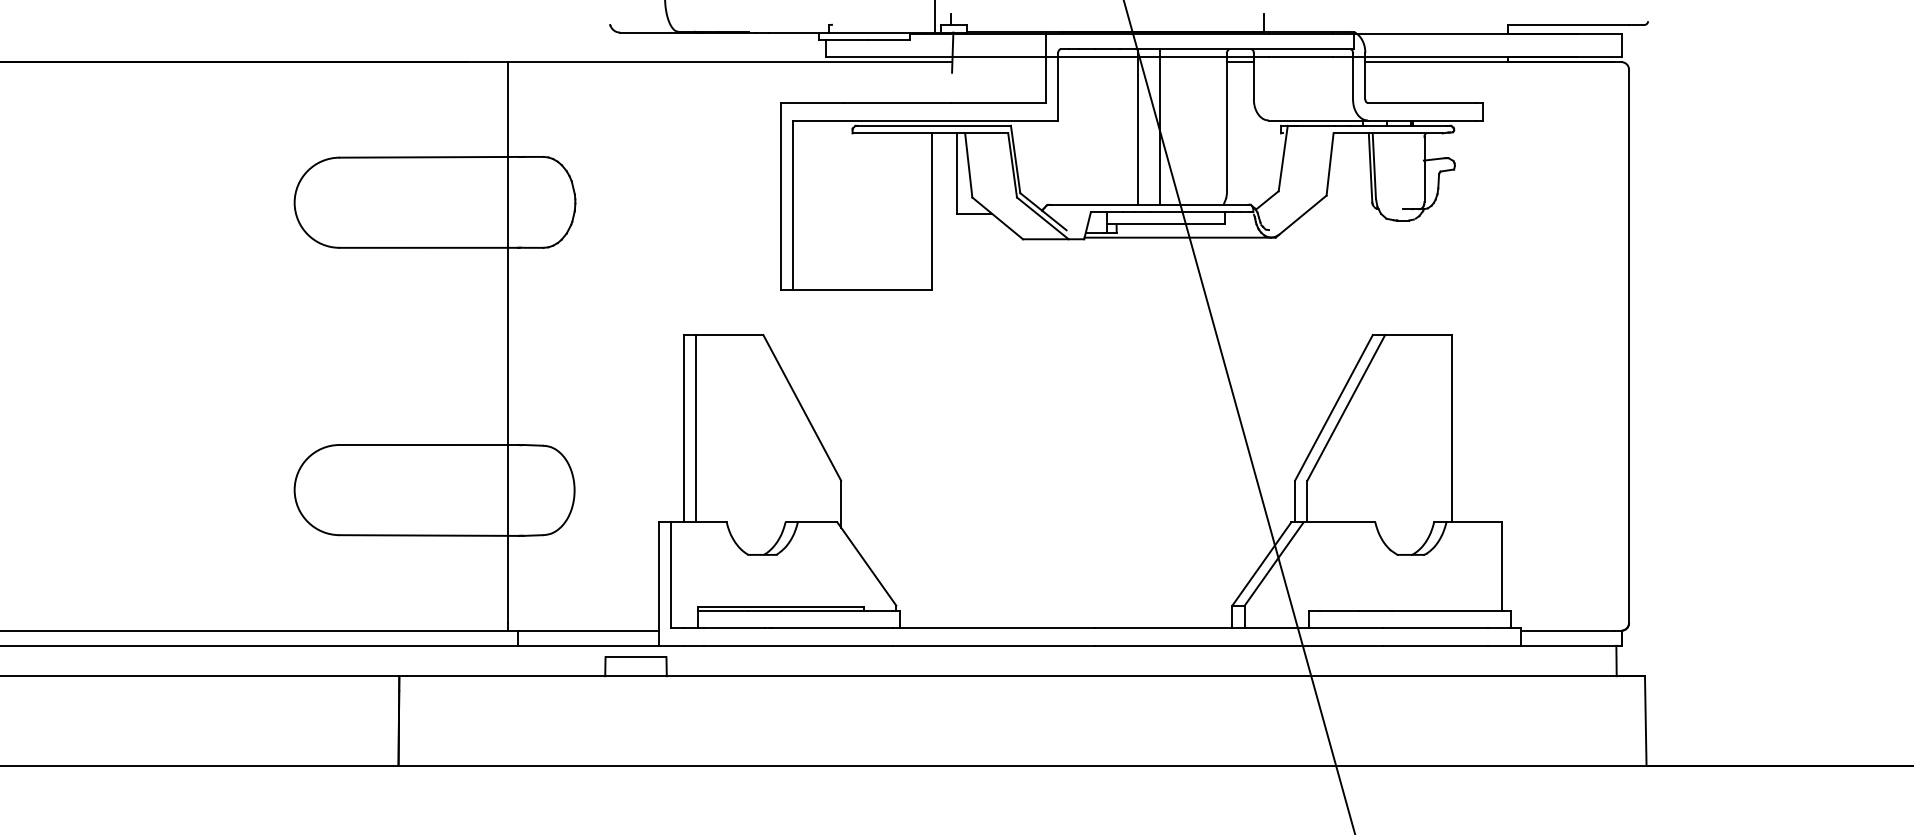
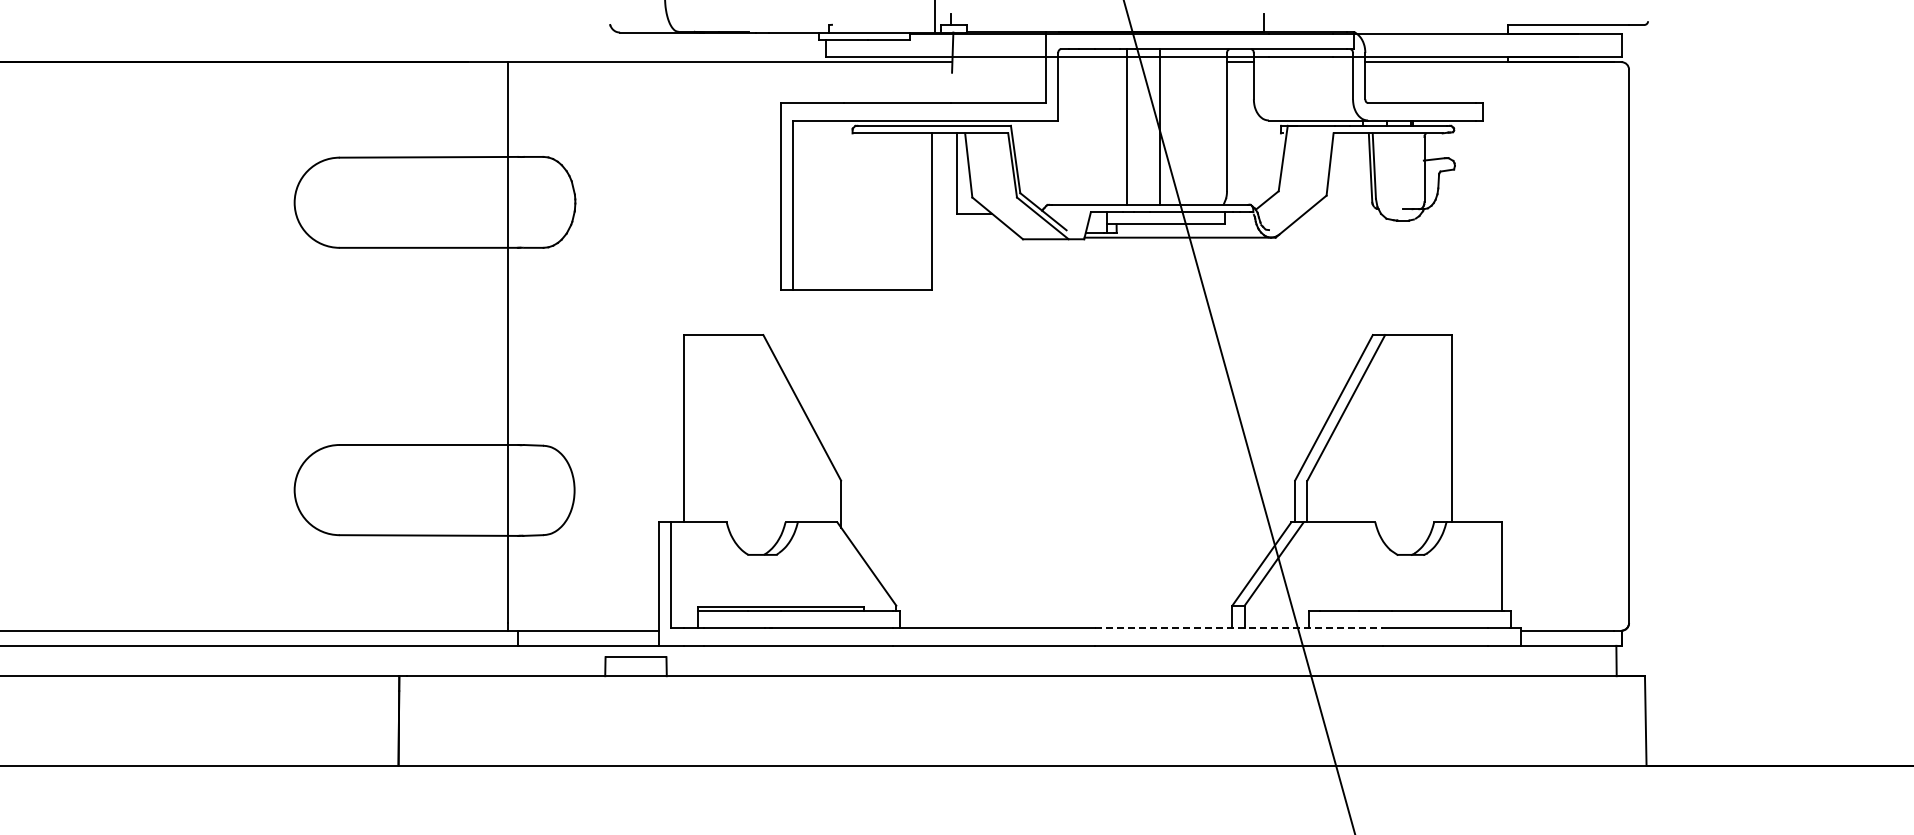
line at (1138, 126) position: (1138, 126) -> (1127, 126)
line at (696, 428): present -> none
line at (1239, 628): solid -> dashed
